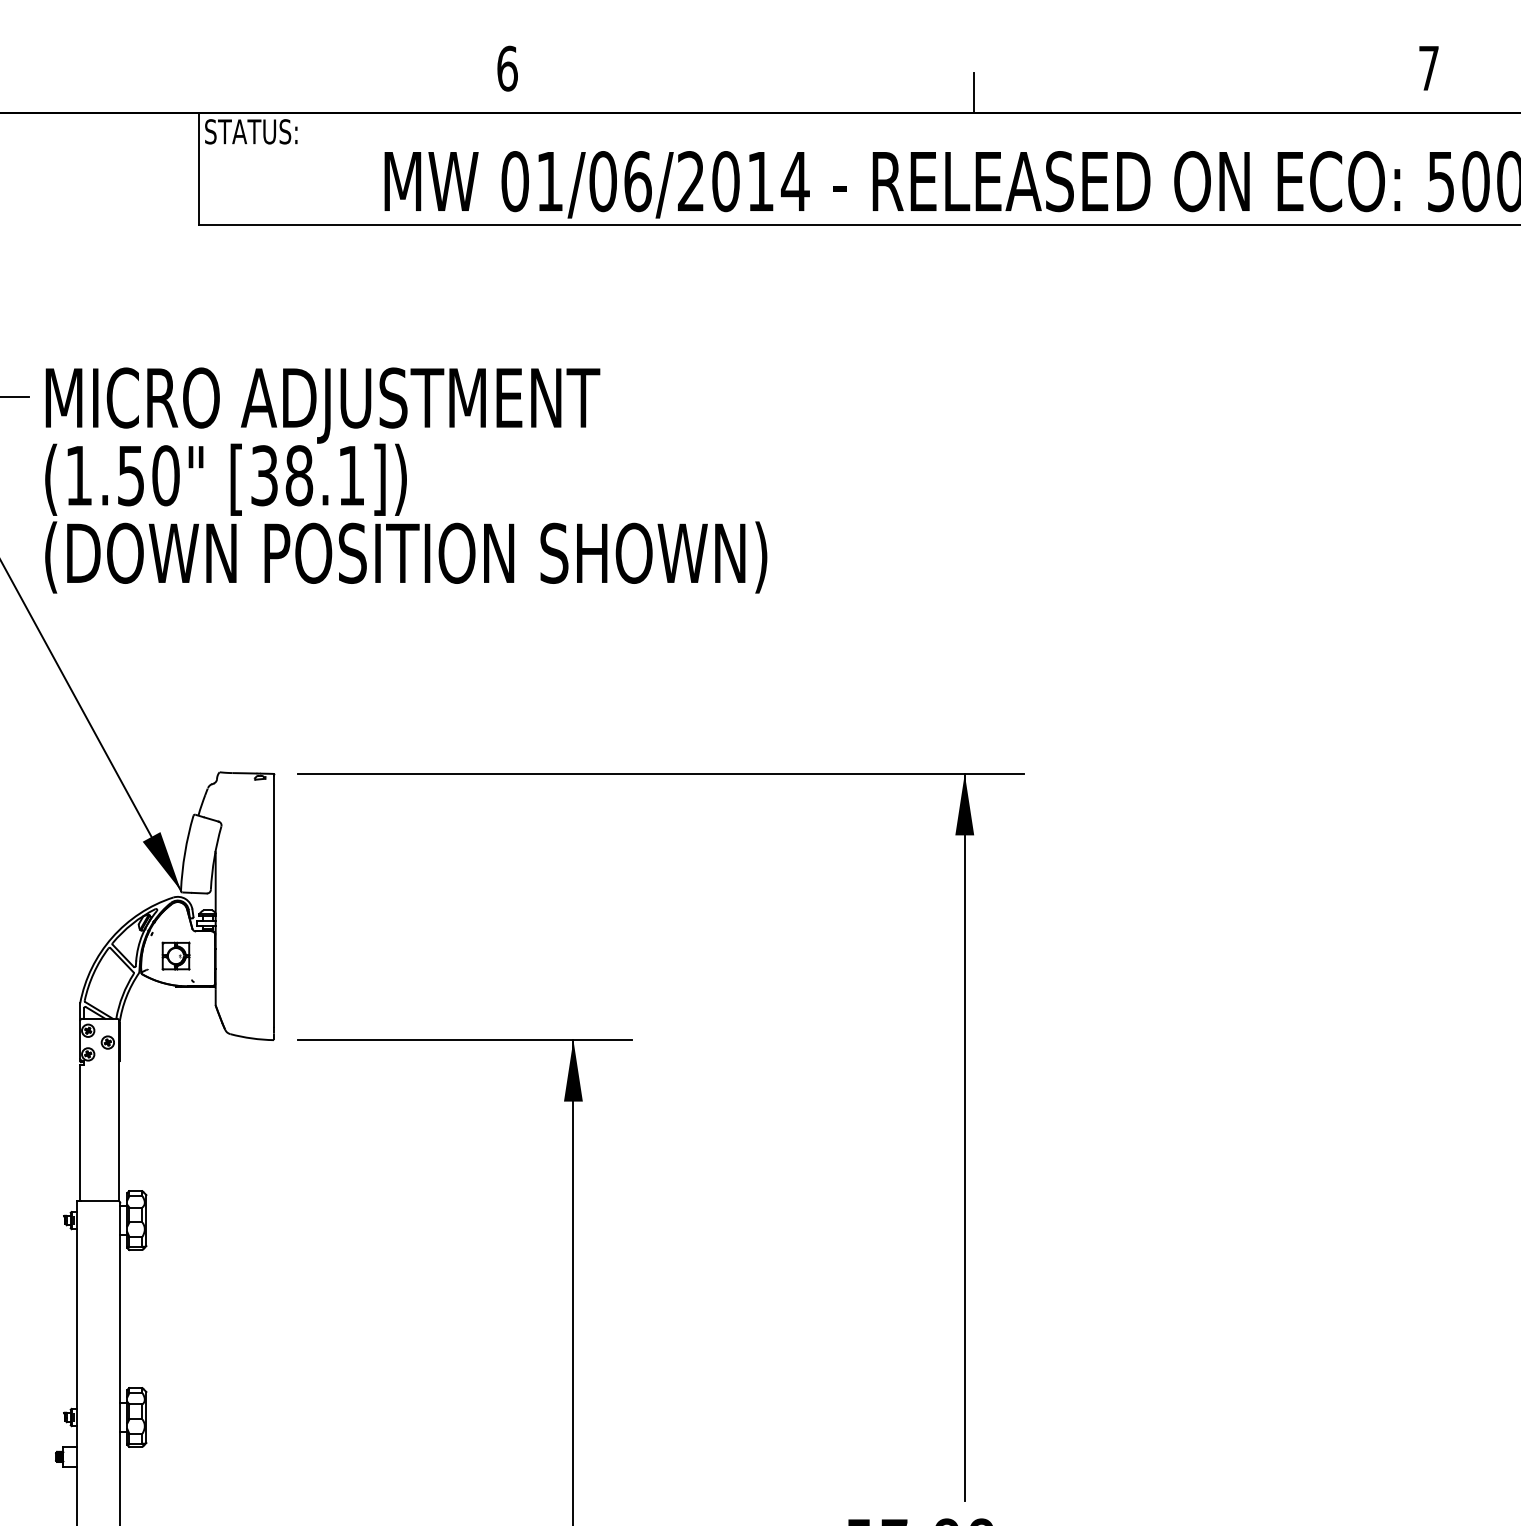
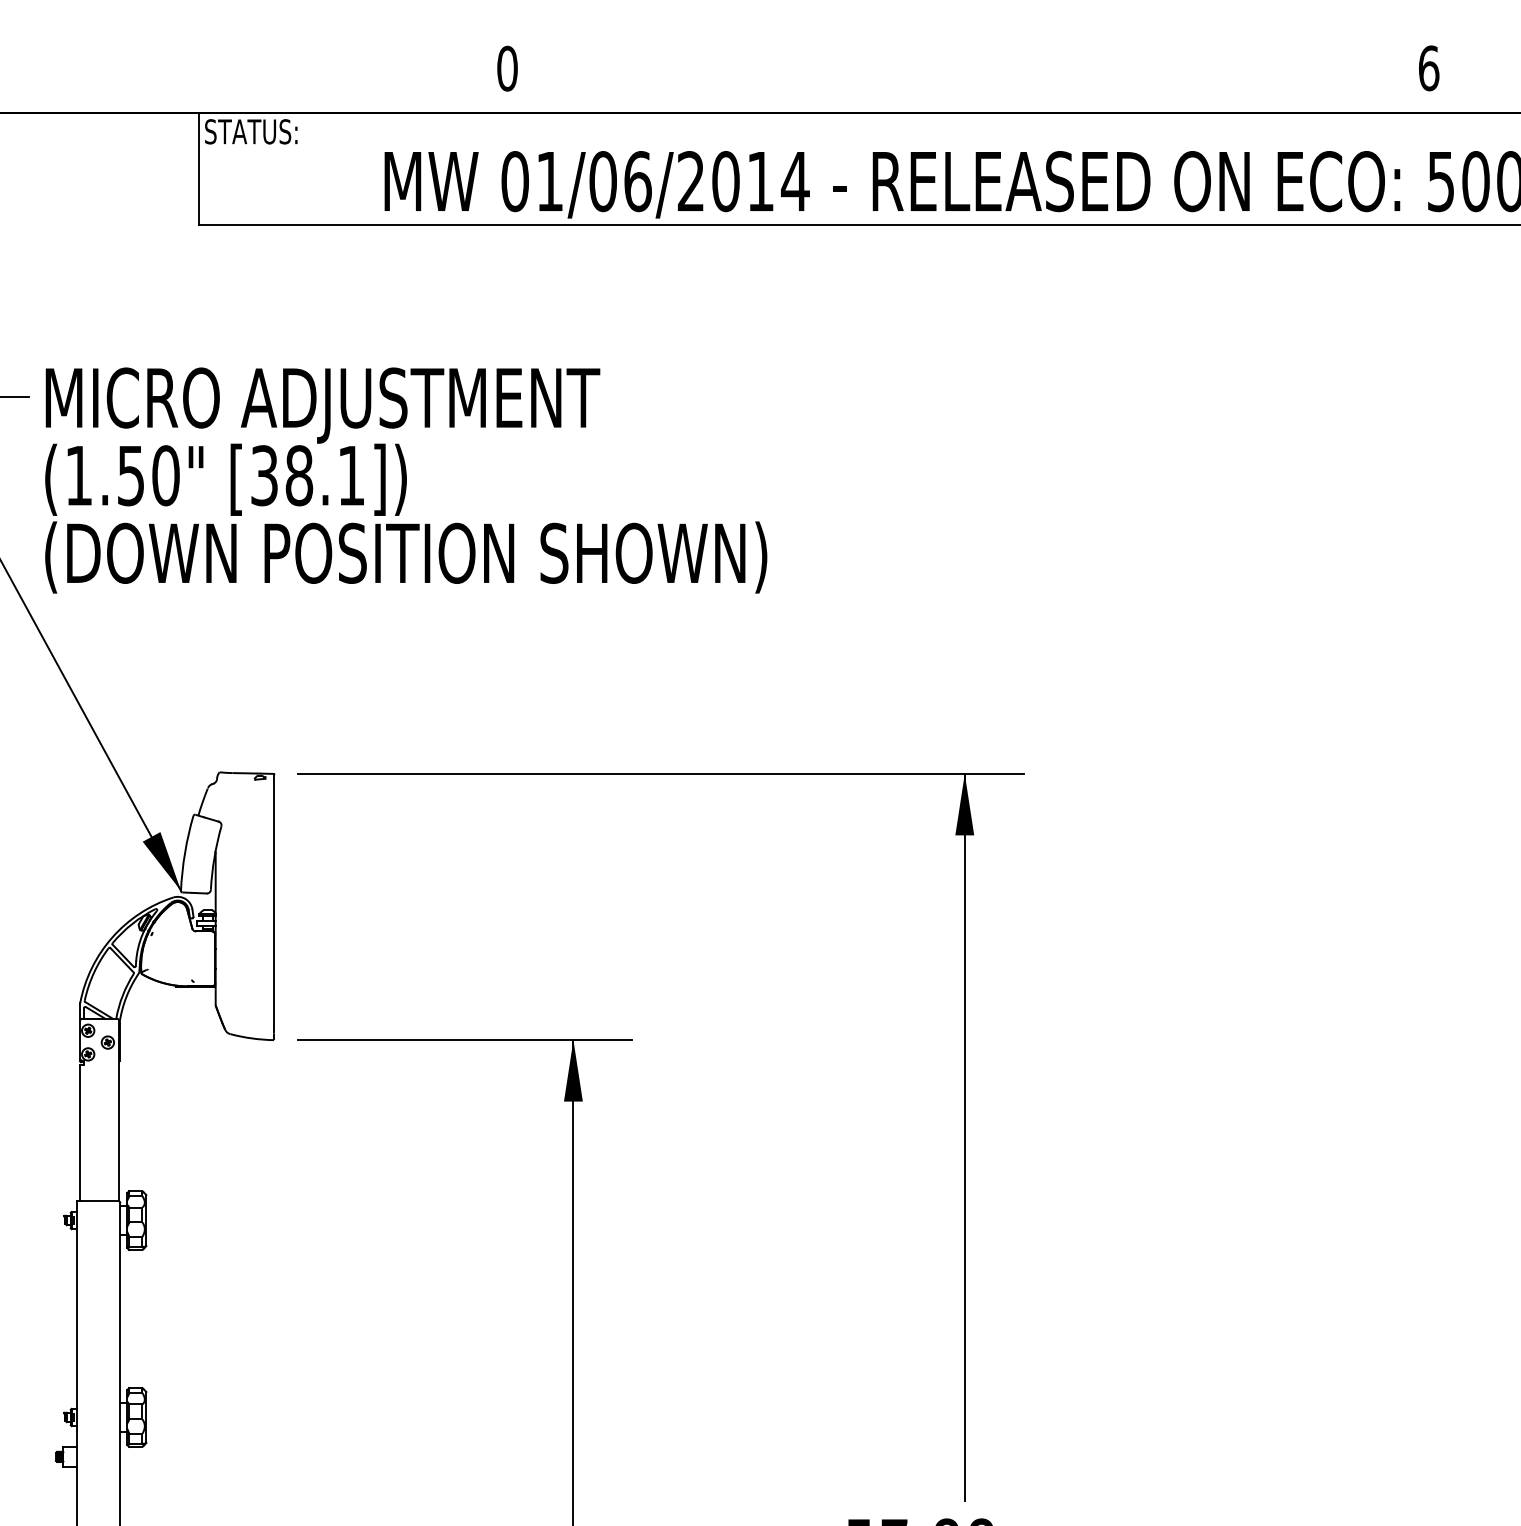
text at (507, 68): 6 -> 0
text at (1429, 68): 7 -> 6
line at (973, 93): present -> none
part at (175, 955): present -> none
